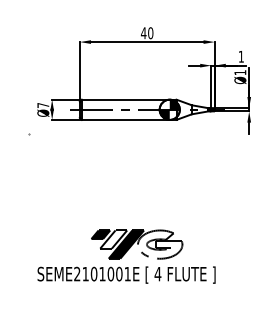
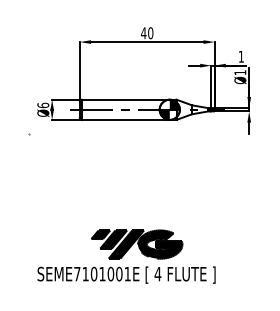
text at (43, 105): Ø7 -> Ø6
fill at (113, 239): none -> present
fill at (160, 244): none -> present
text at (77, 273): SEME2101001E -> SEME7101001E
